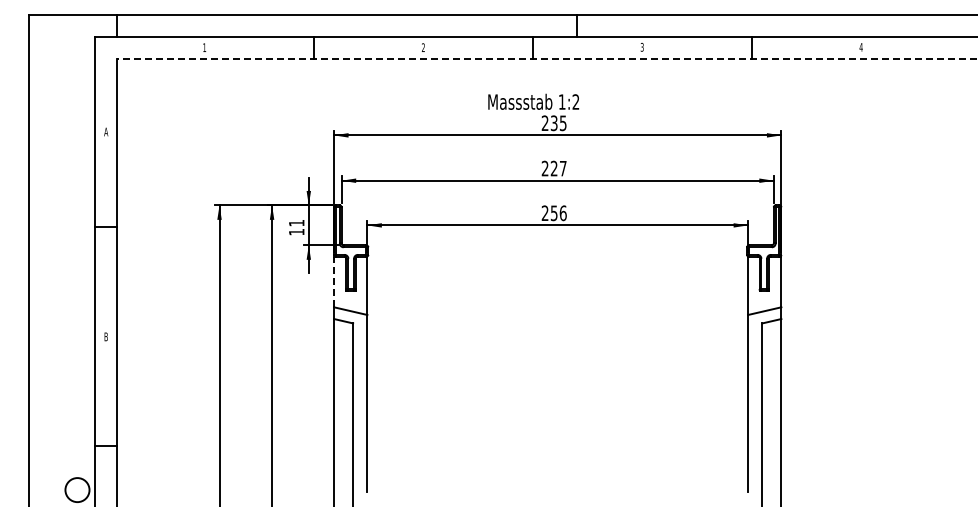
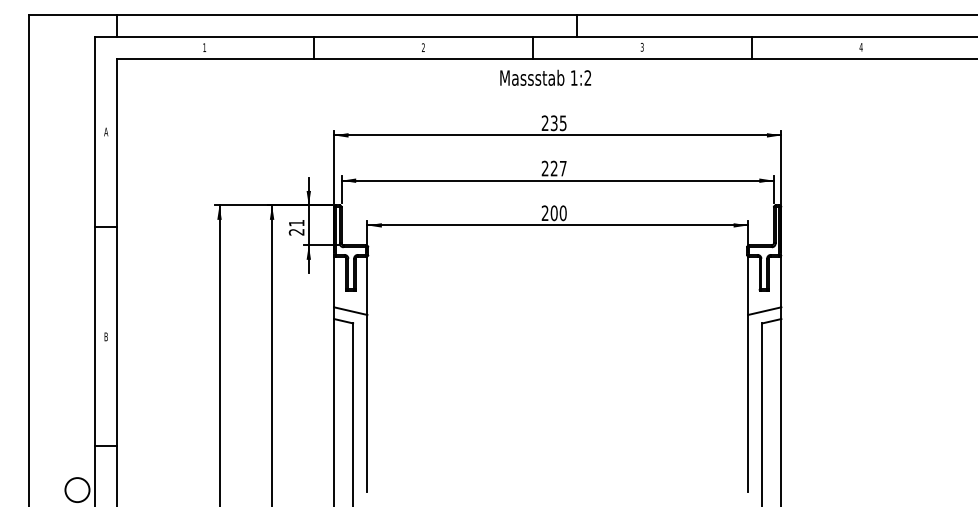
line at (546, 58): dashed -> solid
text at (533, 101) position: (533, 101) -> (545, 77)
text at (558, 213): 256 -> 200
text at (296, 232): 11 -> 21
line at (334, 281): dashed -> solid
